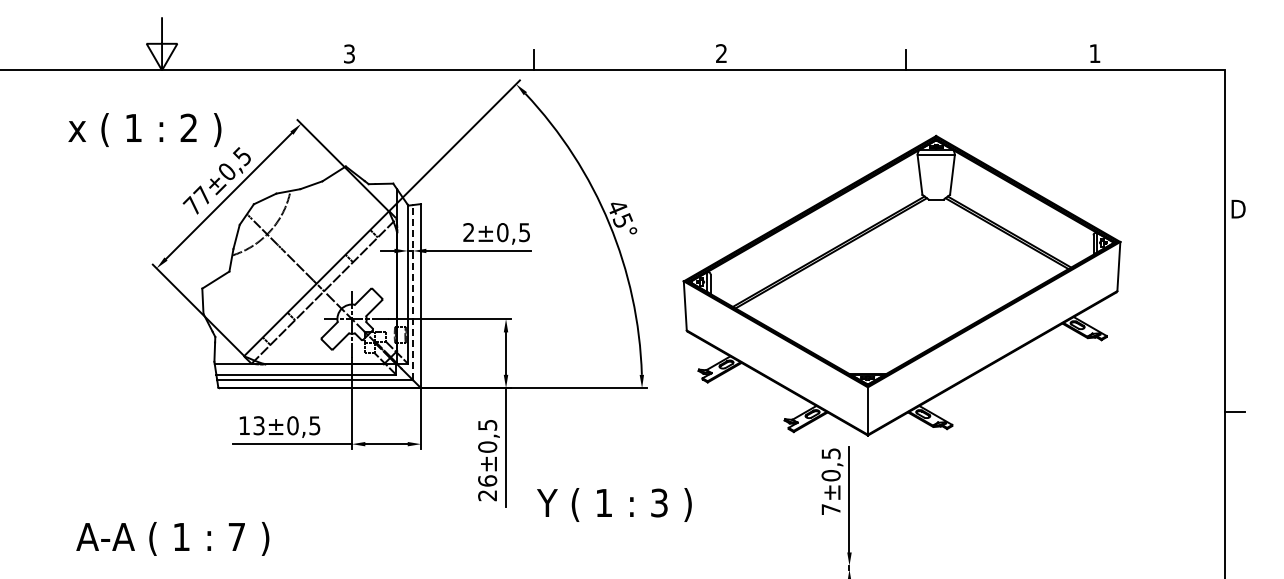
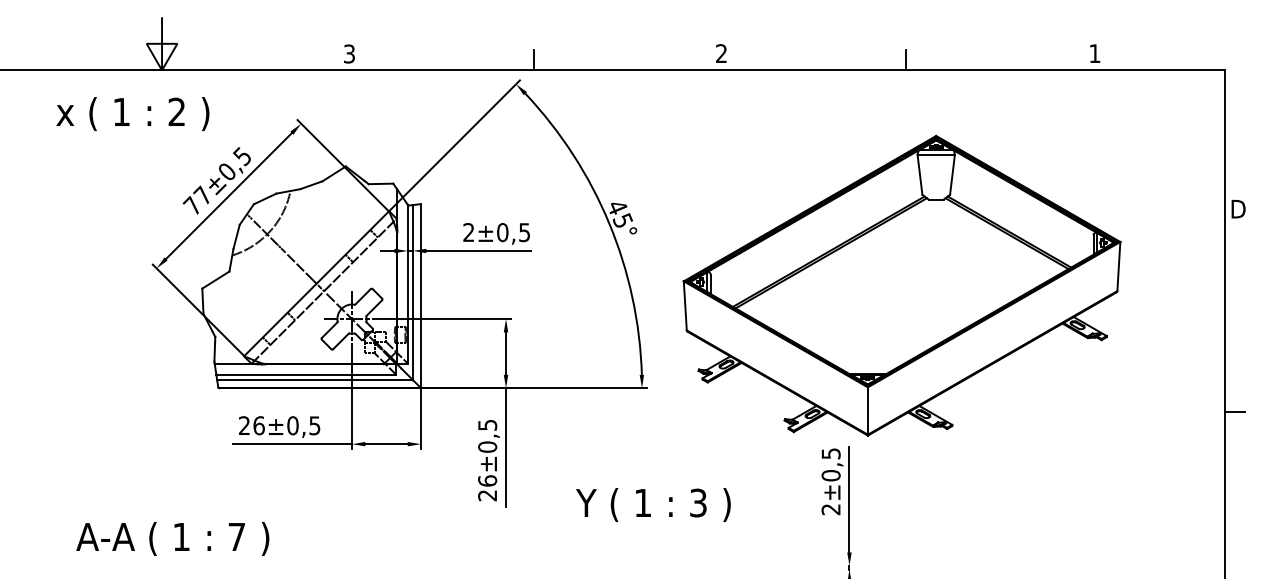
text at (144, 129) position: (144, 129) -> (132, 113)
line at (413, 292): dashed -> solid
text at (251, 425): 13 -> 26
text at (614, 504) position: (614, 504) -> (653, 504)
text at (830, 509): 7 -> 2
